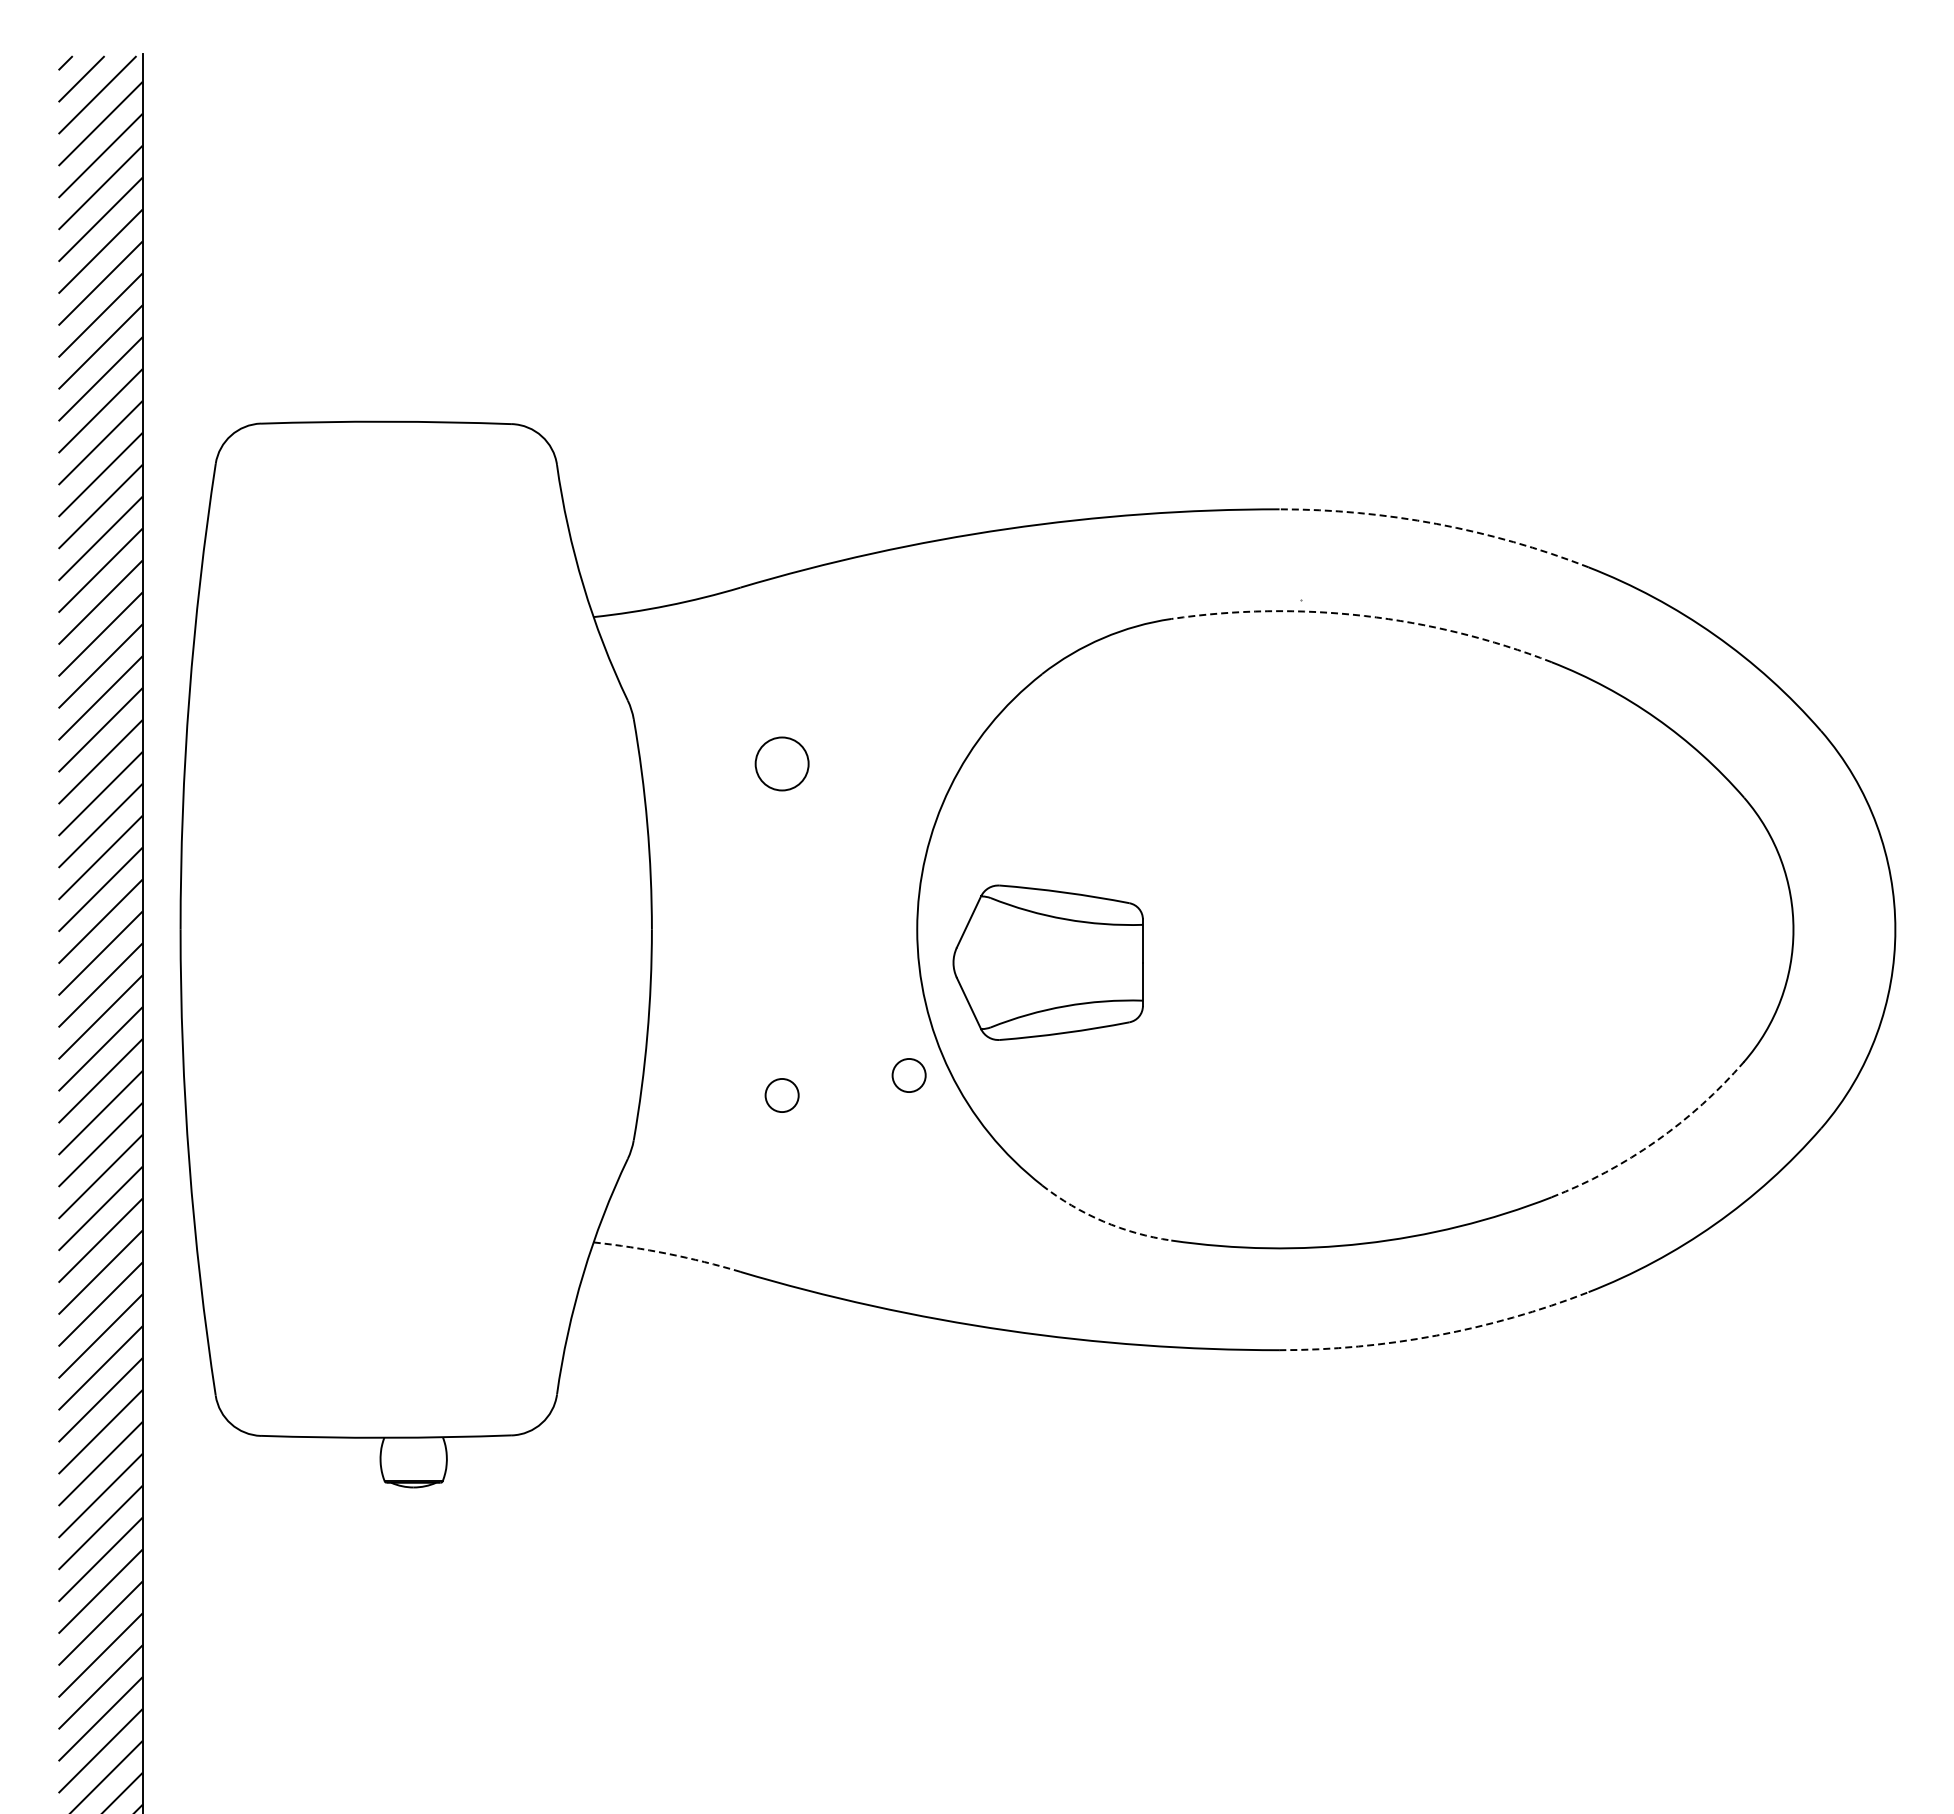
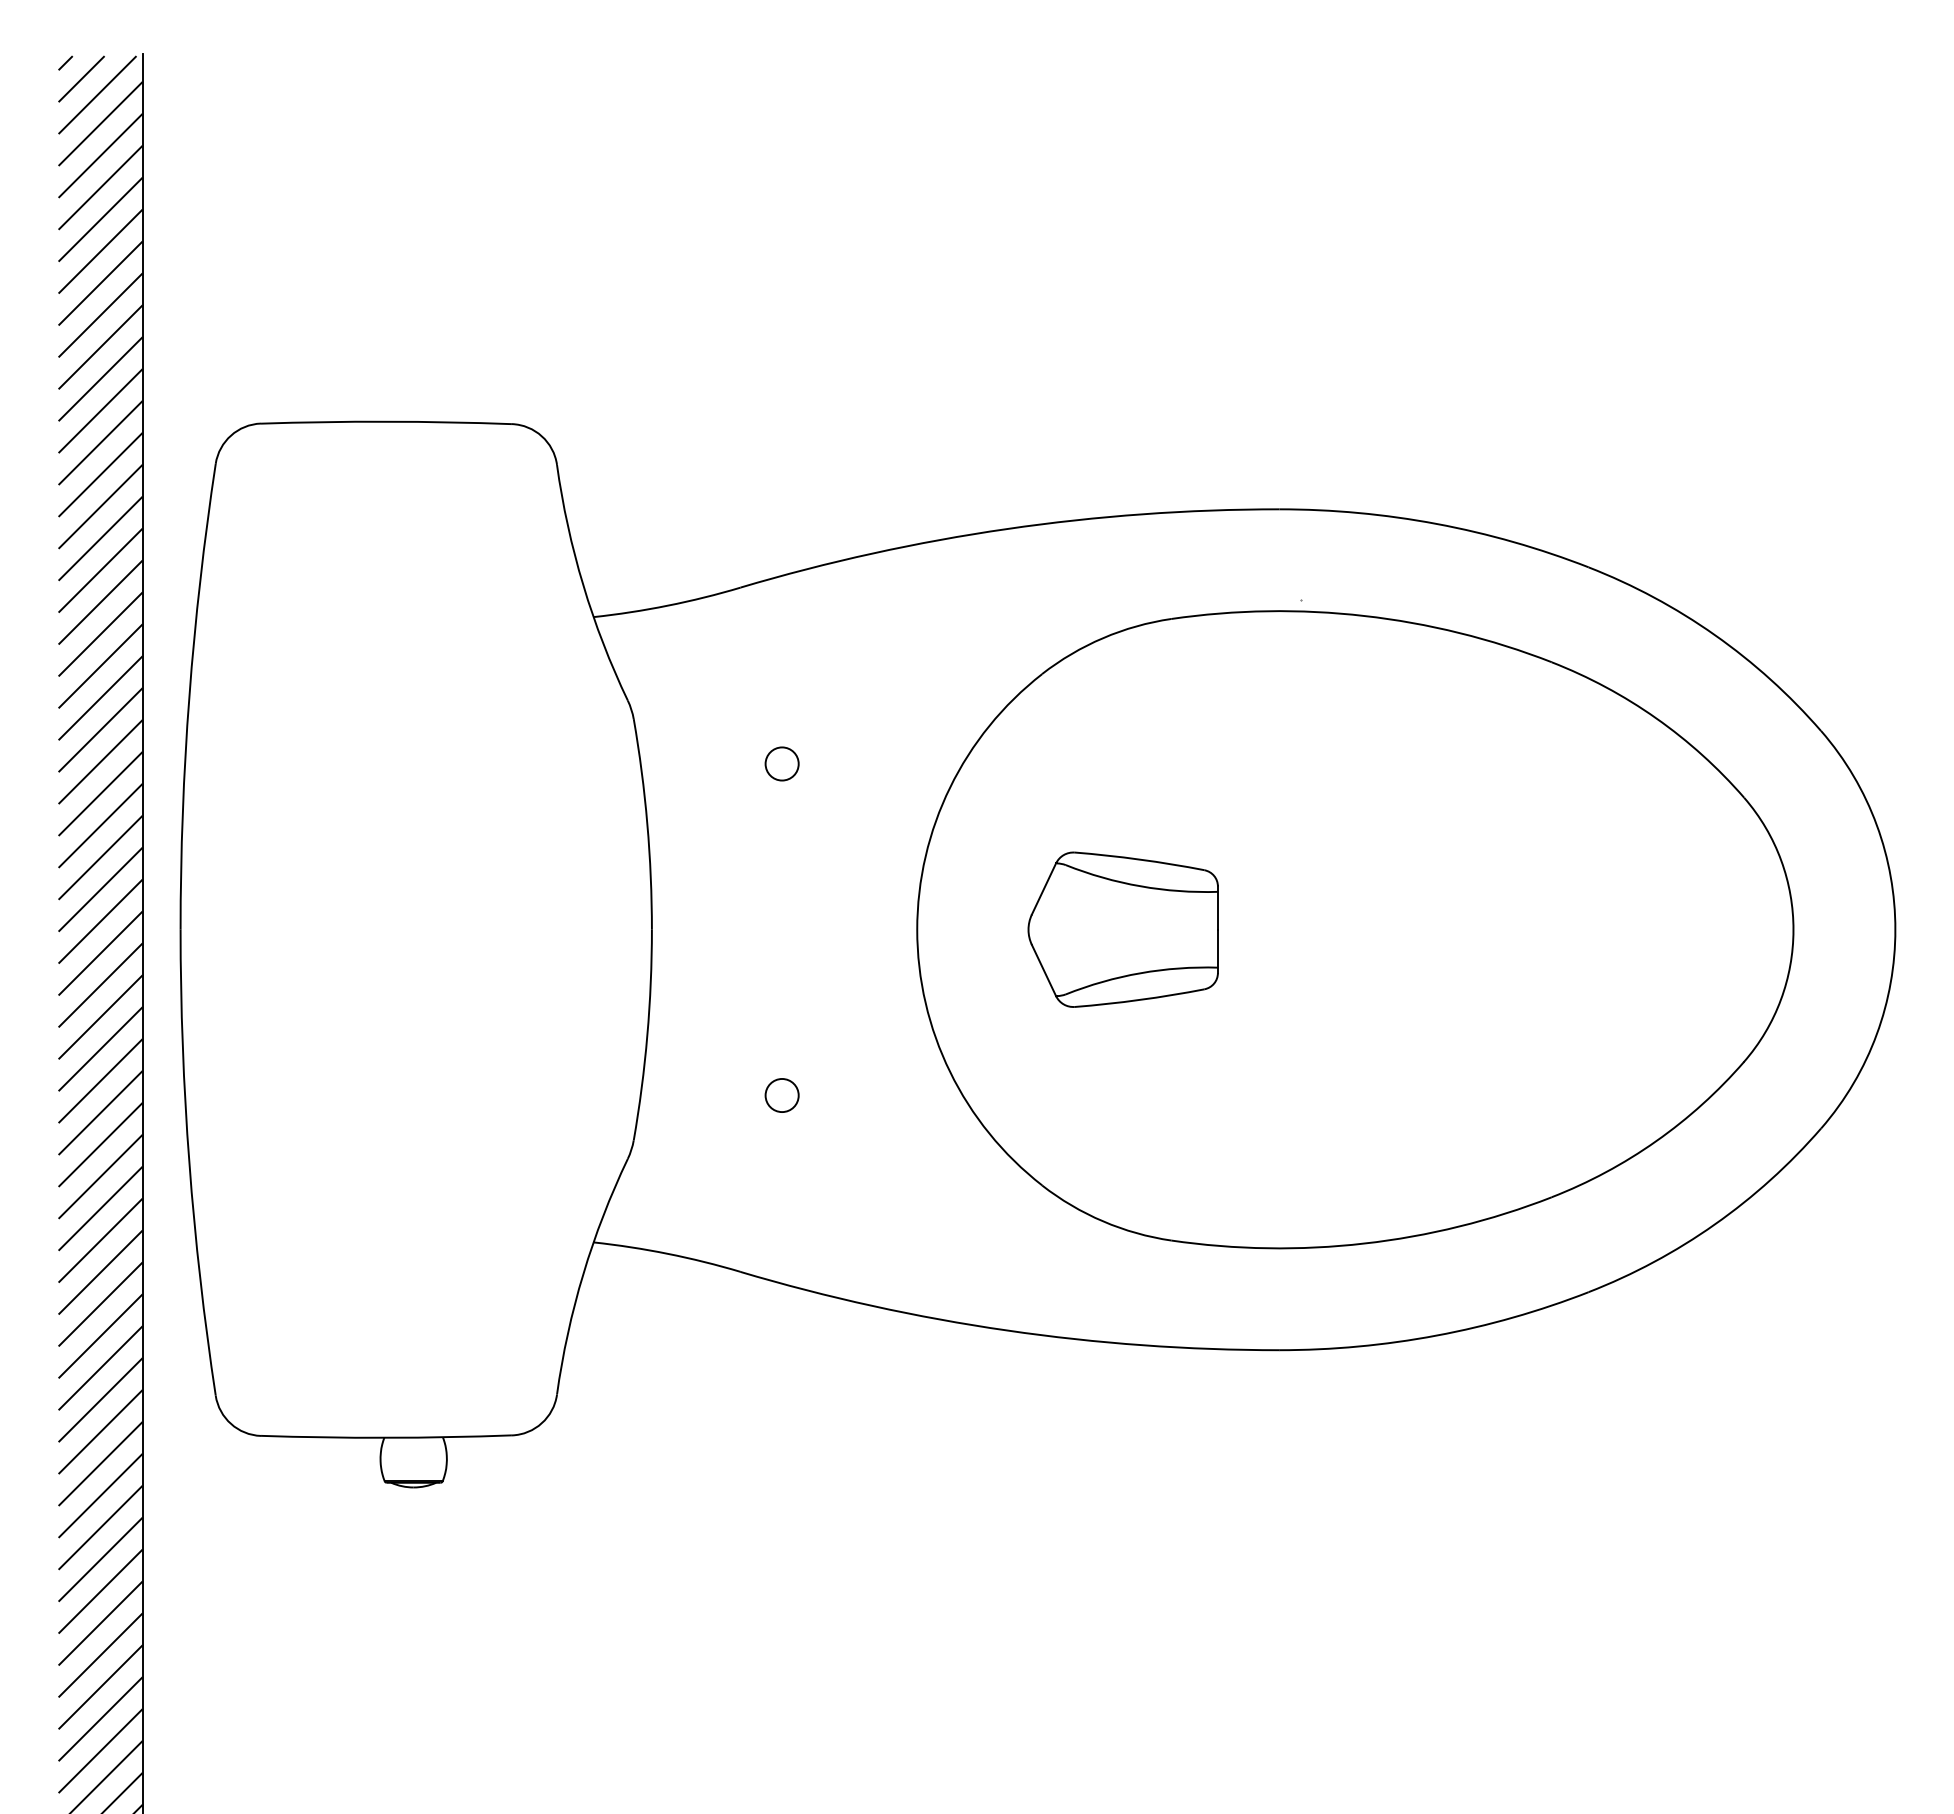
arc at (1436, 523): dashed -> solid
arc at (1364, 615): dashed -> solid
circle at (781, 763) diameter: 53 px -> 33 px
part at (1047, 962) position: (1047, 962) -> (1122, 929)
circle at (908, 1075): present -> none
arc at (1656, 1141): dashed -> solid
arc at (1103, 1221): dashed -> solid
arc at (667, 1253): dashed -> solid
arc at (1436, 1335): dashed -> solid
